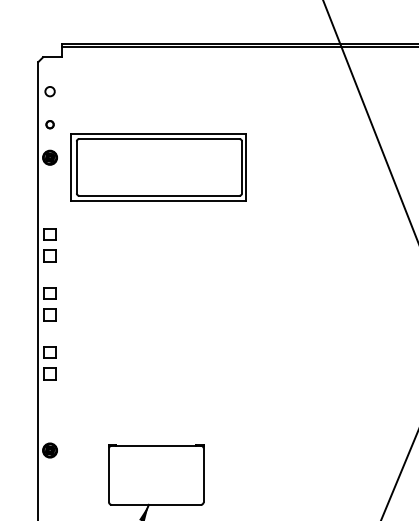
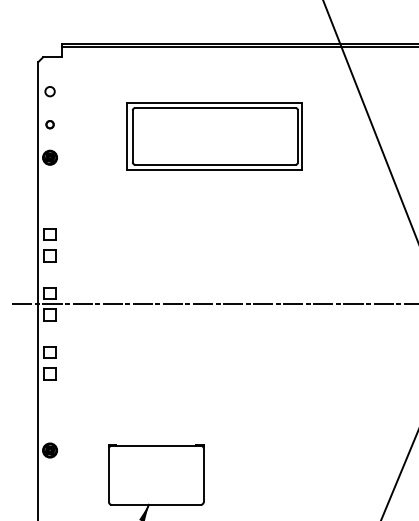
part at (158, 167) position: (158, 167) -> (214, 136)
line at (213, 304): none -> present
